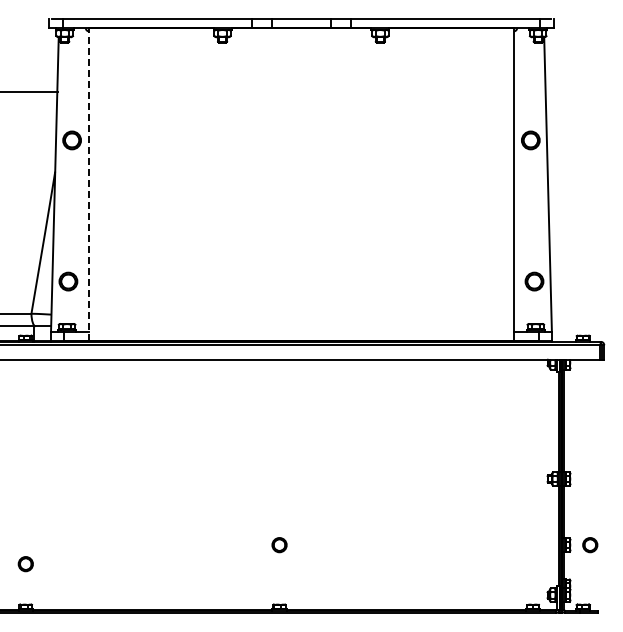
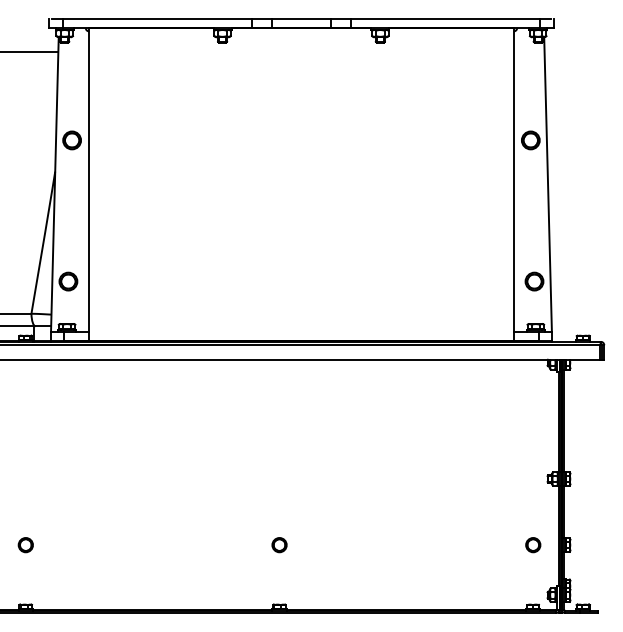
line at (30, 92) position: (30, 92) -> (30, 52)
line at (89, 183): dashed -> solid
circle at (590, 545) position: (590, 545) -> (533, 545)
circle at (25, 564) position: (25, 564) -> (25, 545)
